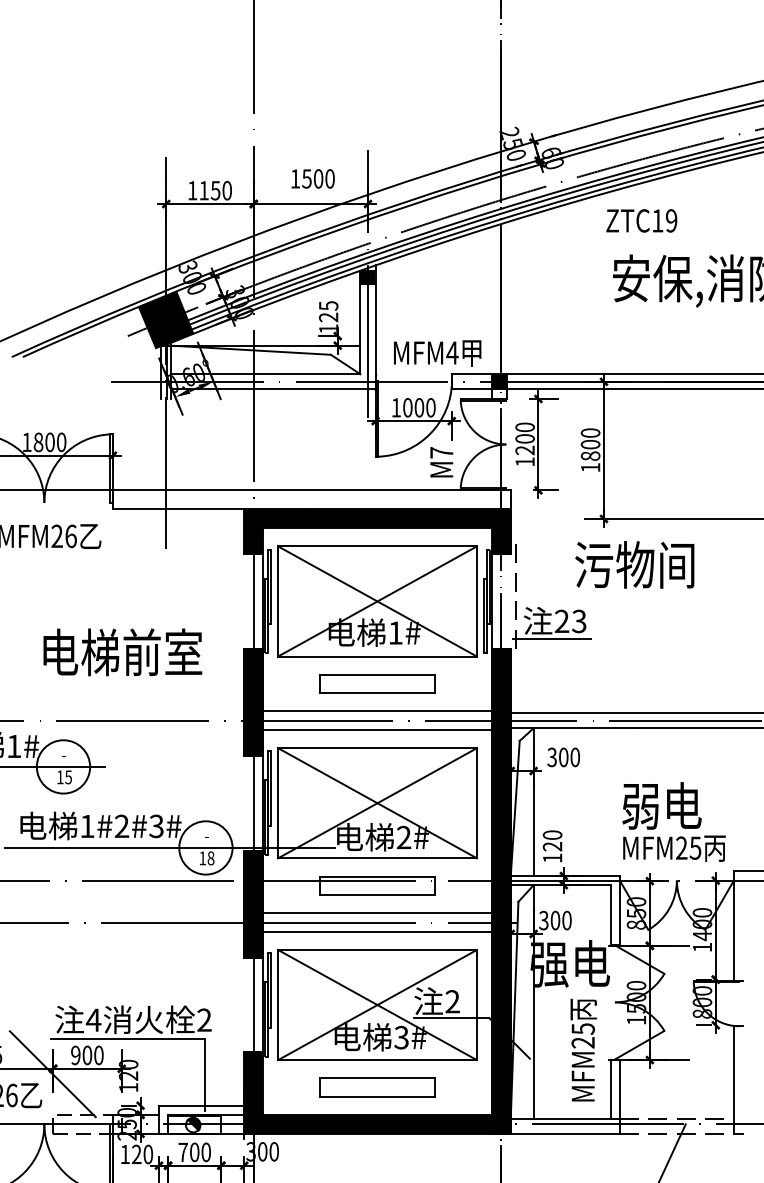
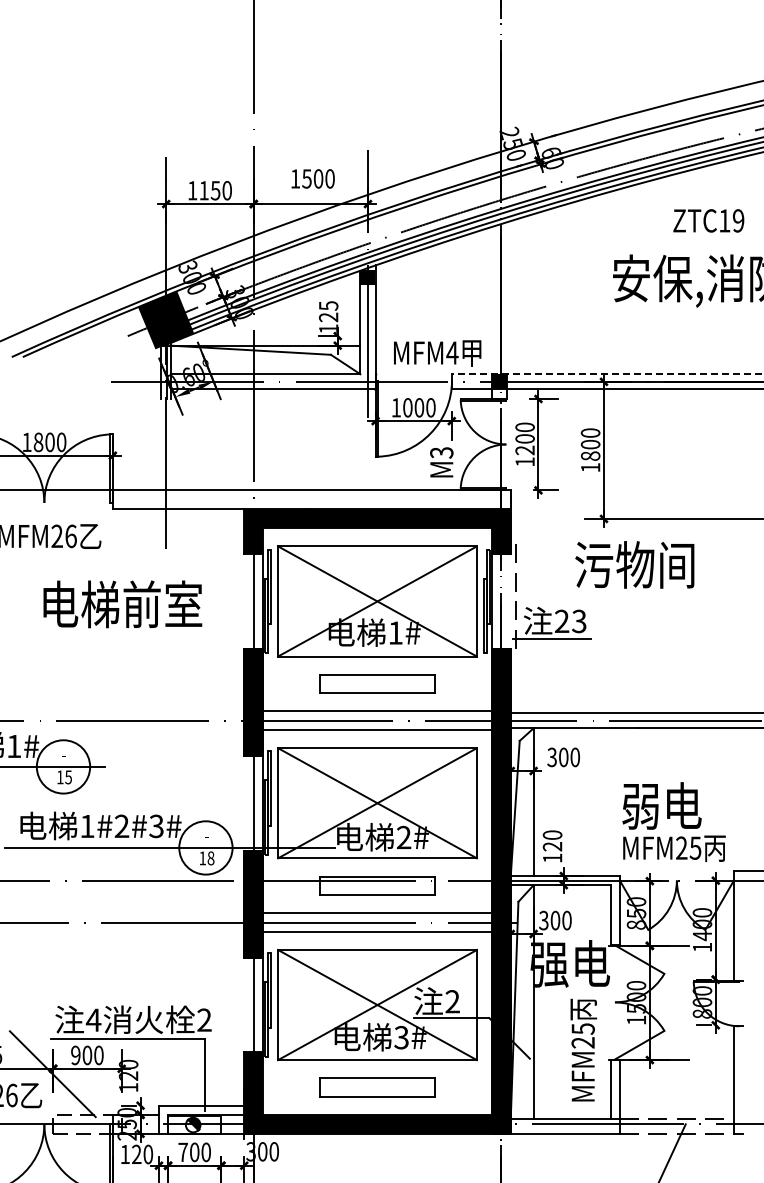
text at (641, 220) position: (641, 220) -> (708, 220)
line at (607, 374): solid -> dashed
text at (441, 452): M7 -> M3
text at (122, 652) position: (122, 652) -> (122, 604)
